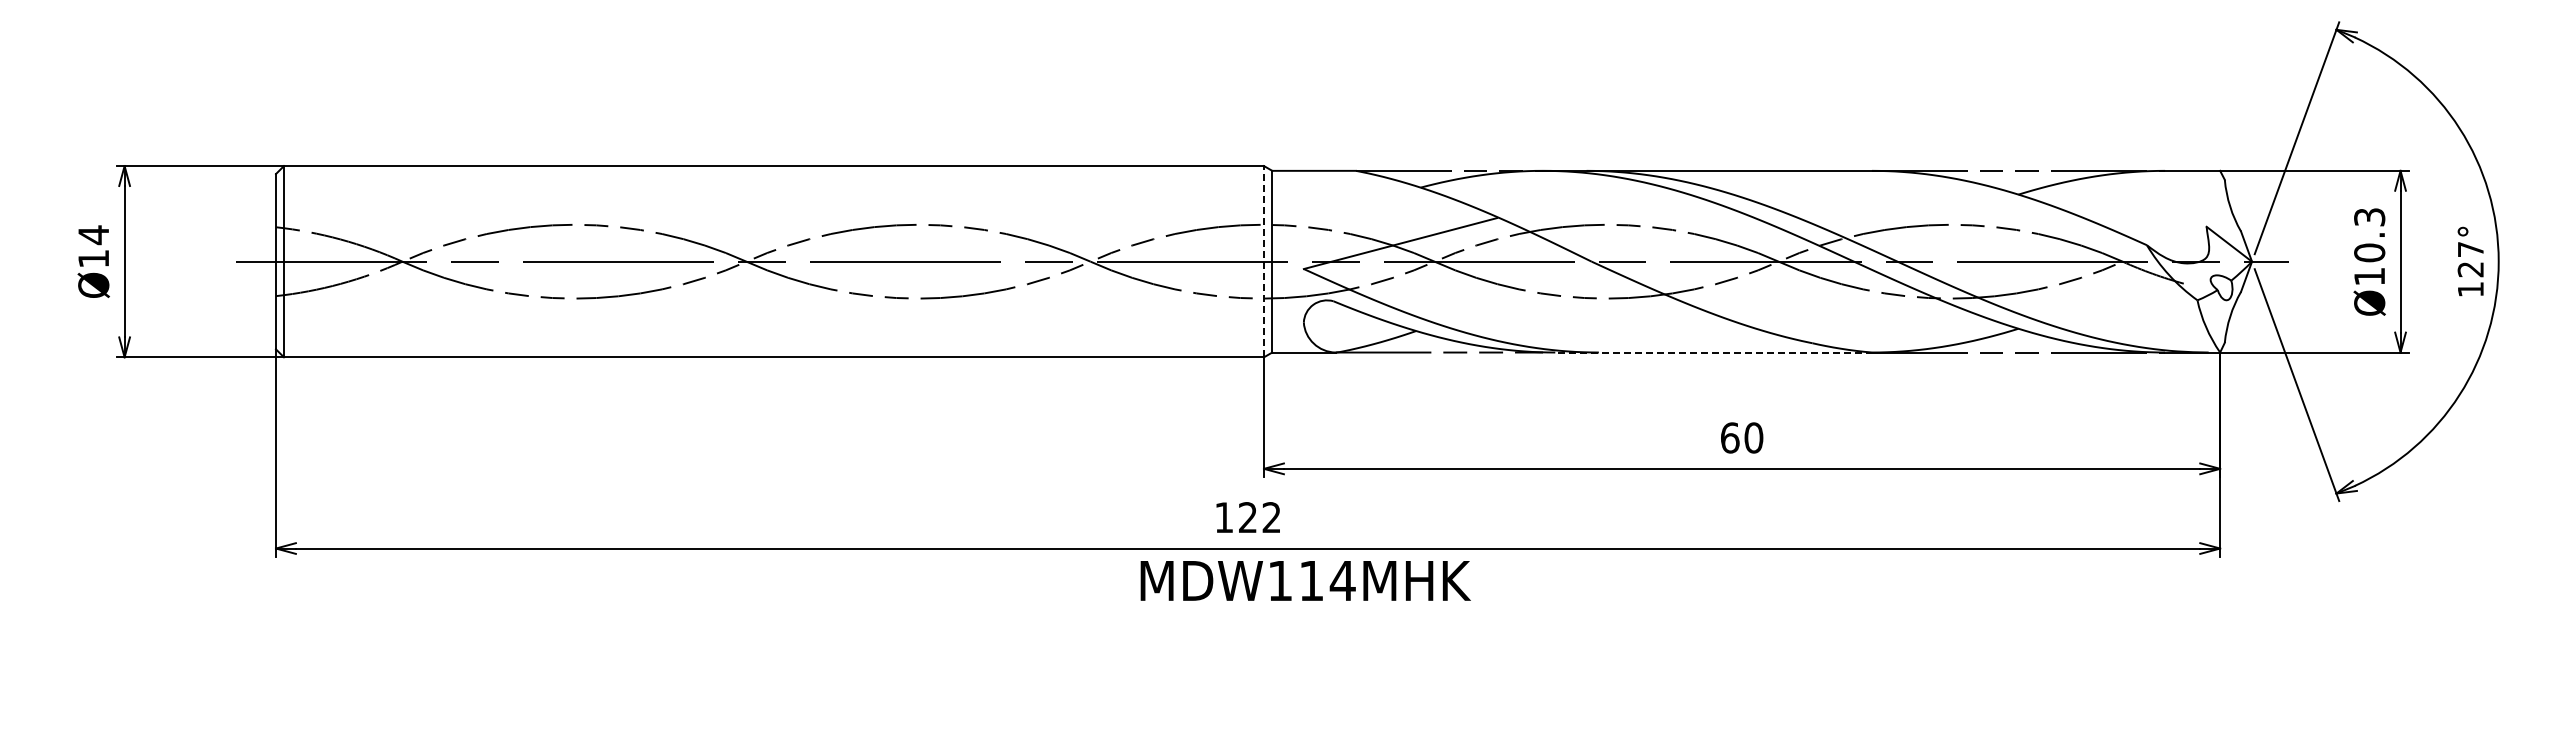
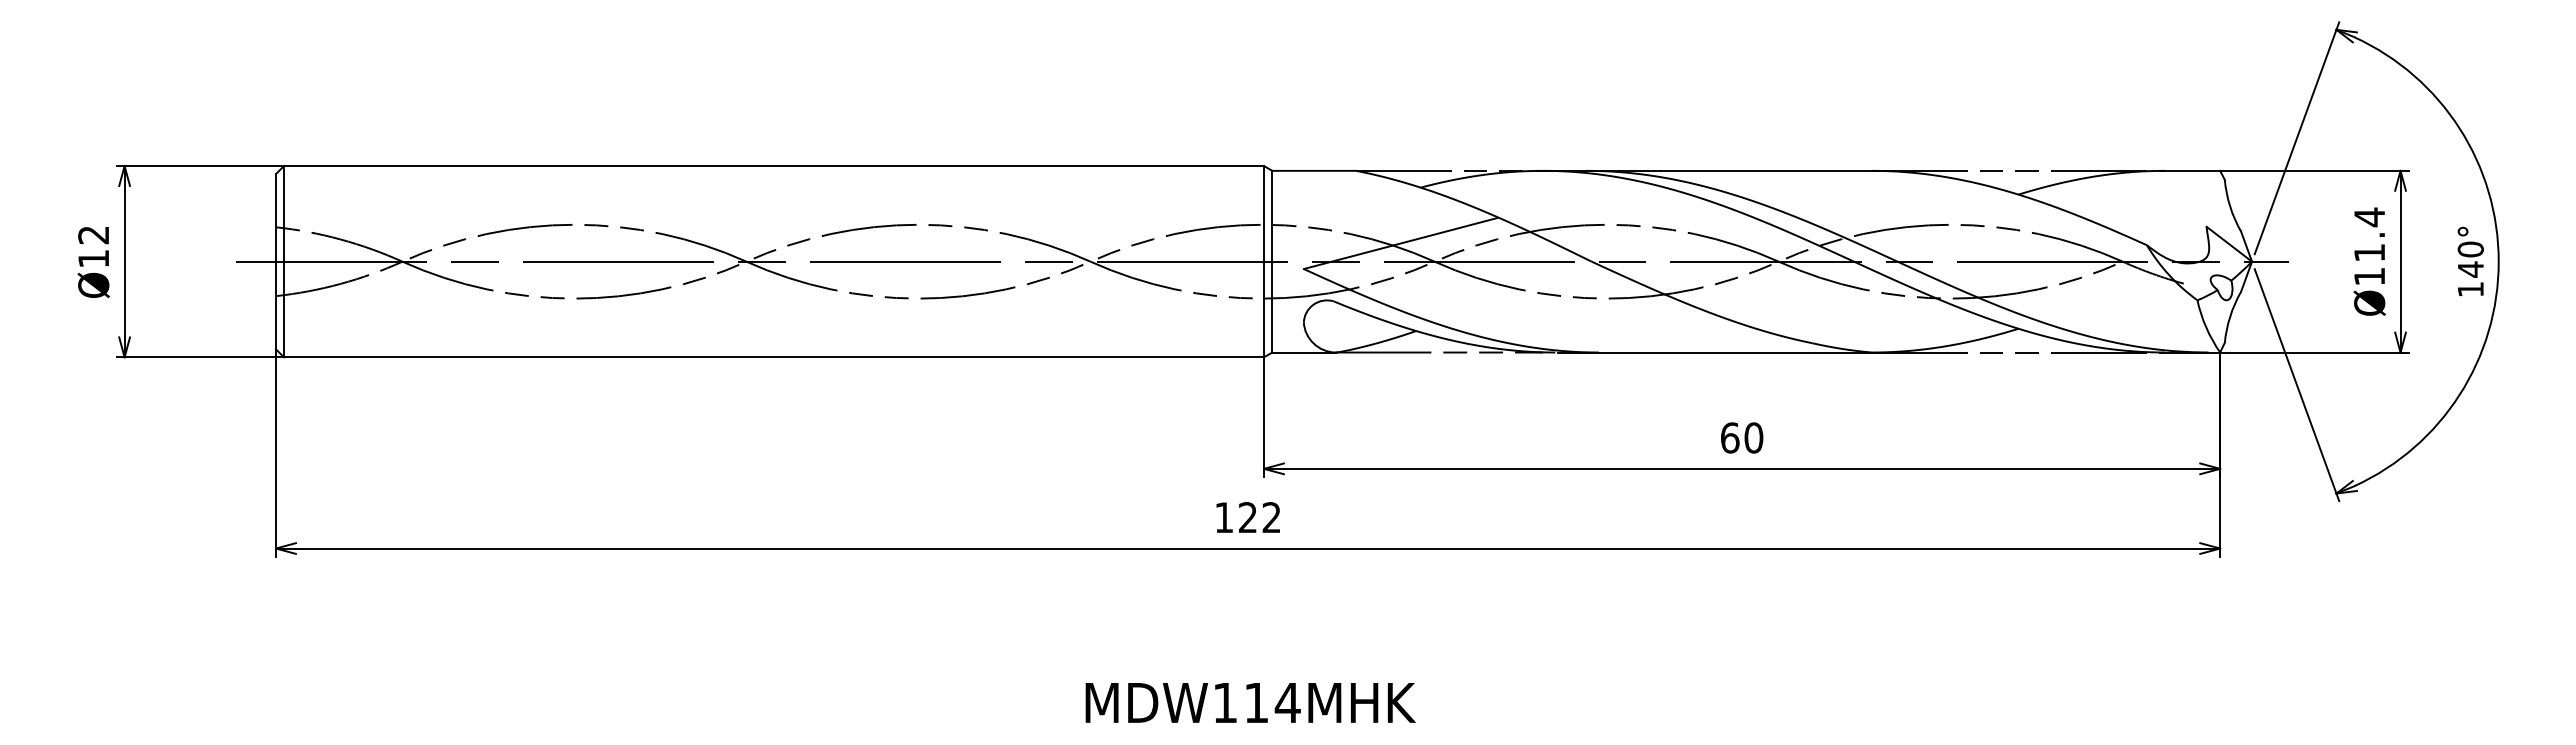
text at (2369, 234): Ø10.3 -> Ø11.4
text at (93, 235): Ø14 -> Ø12
text at (2470, 259): 127° -> 140°
line at (1264, 261): dashed -> solid
line at (1715, 352): dashed -> solid
text at (1305, 580) position: (1305, 580) -> (1250, 702)
